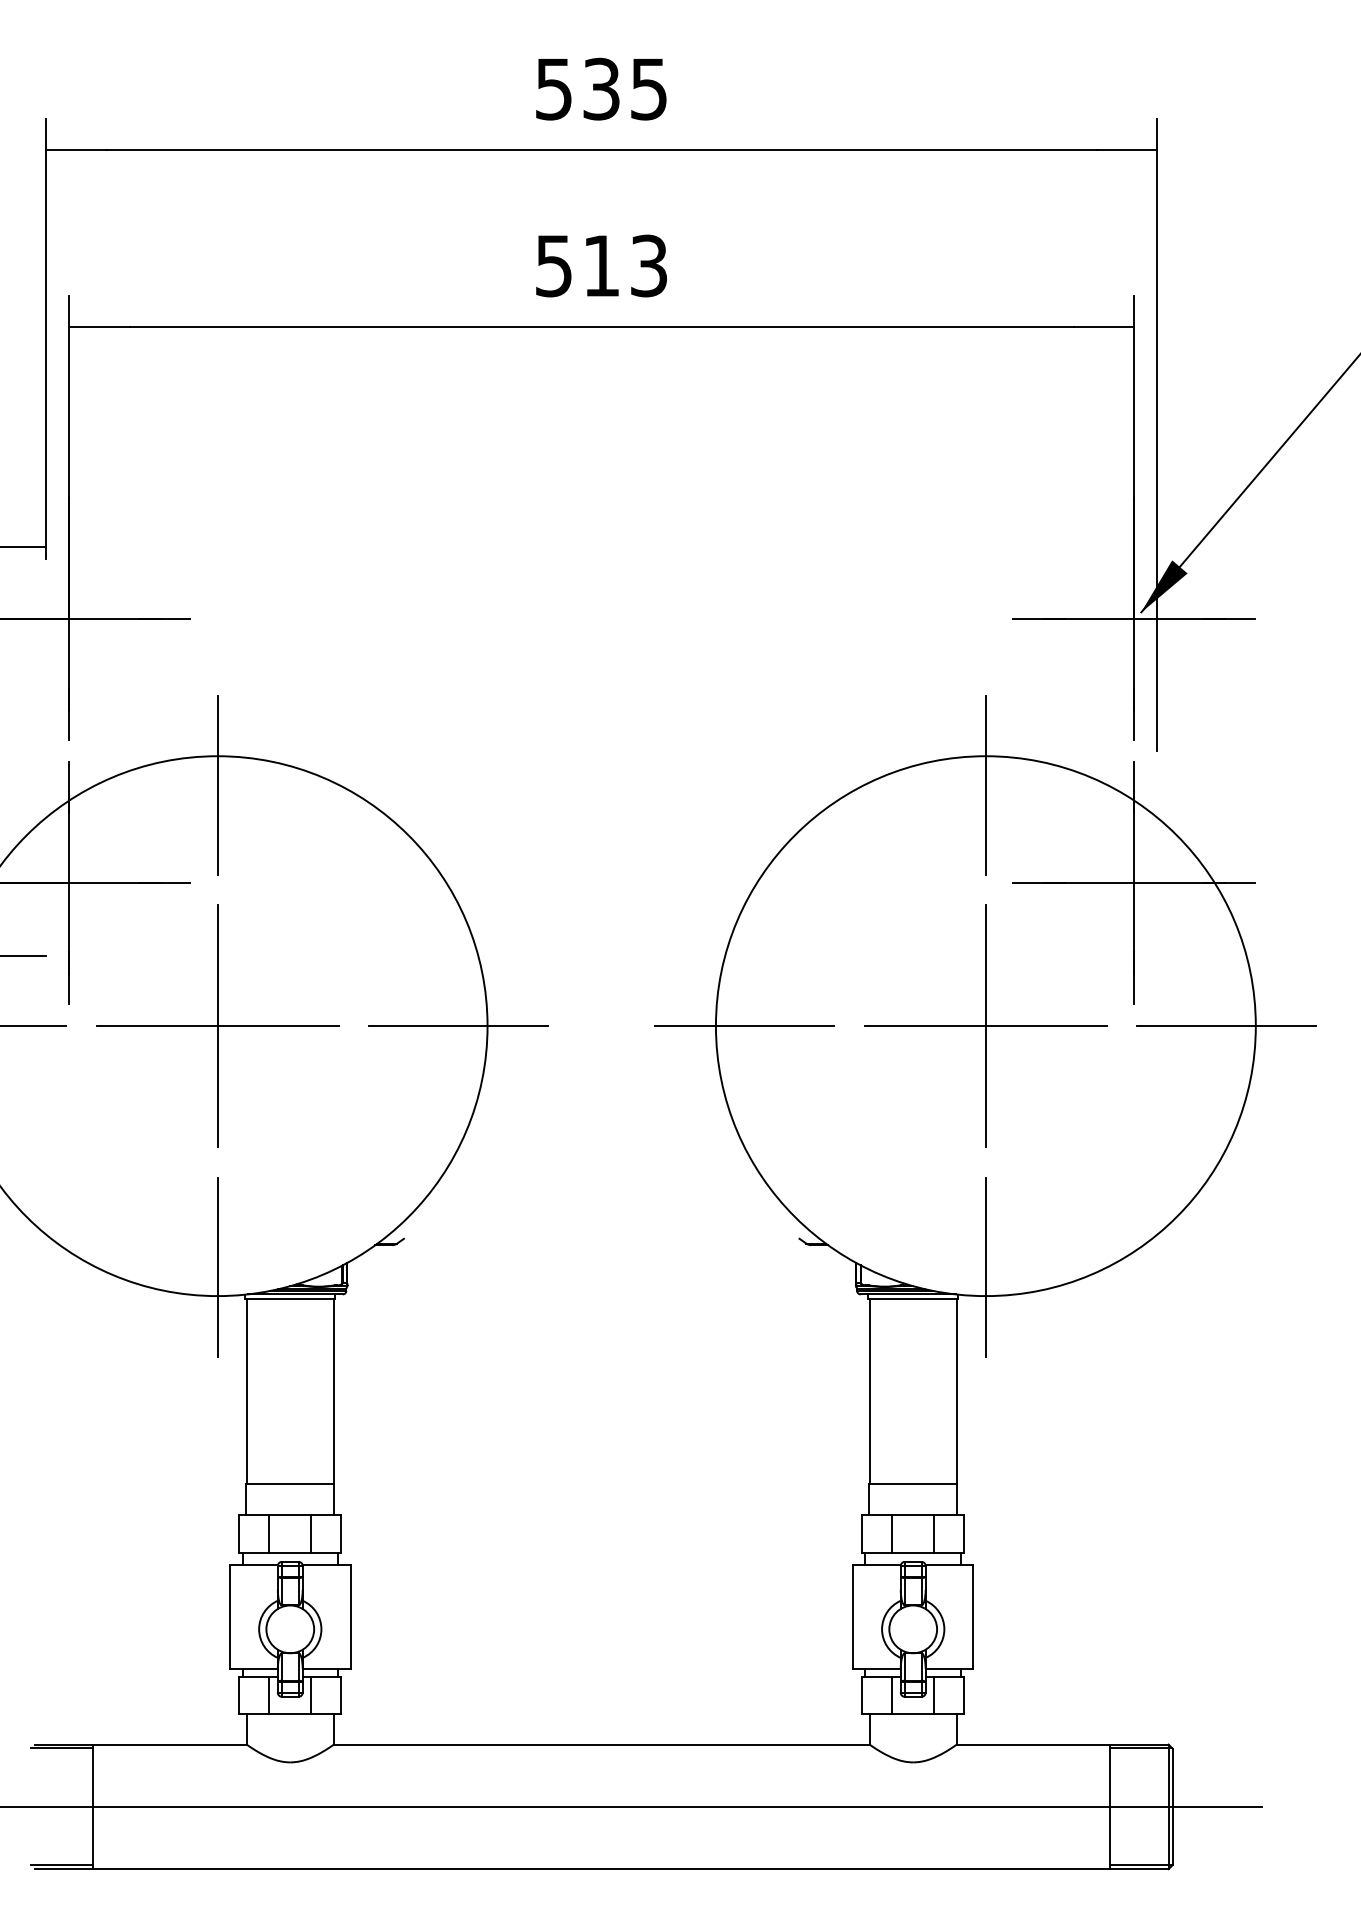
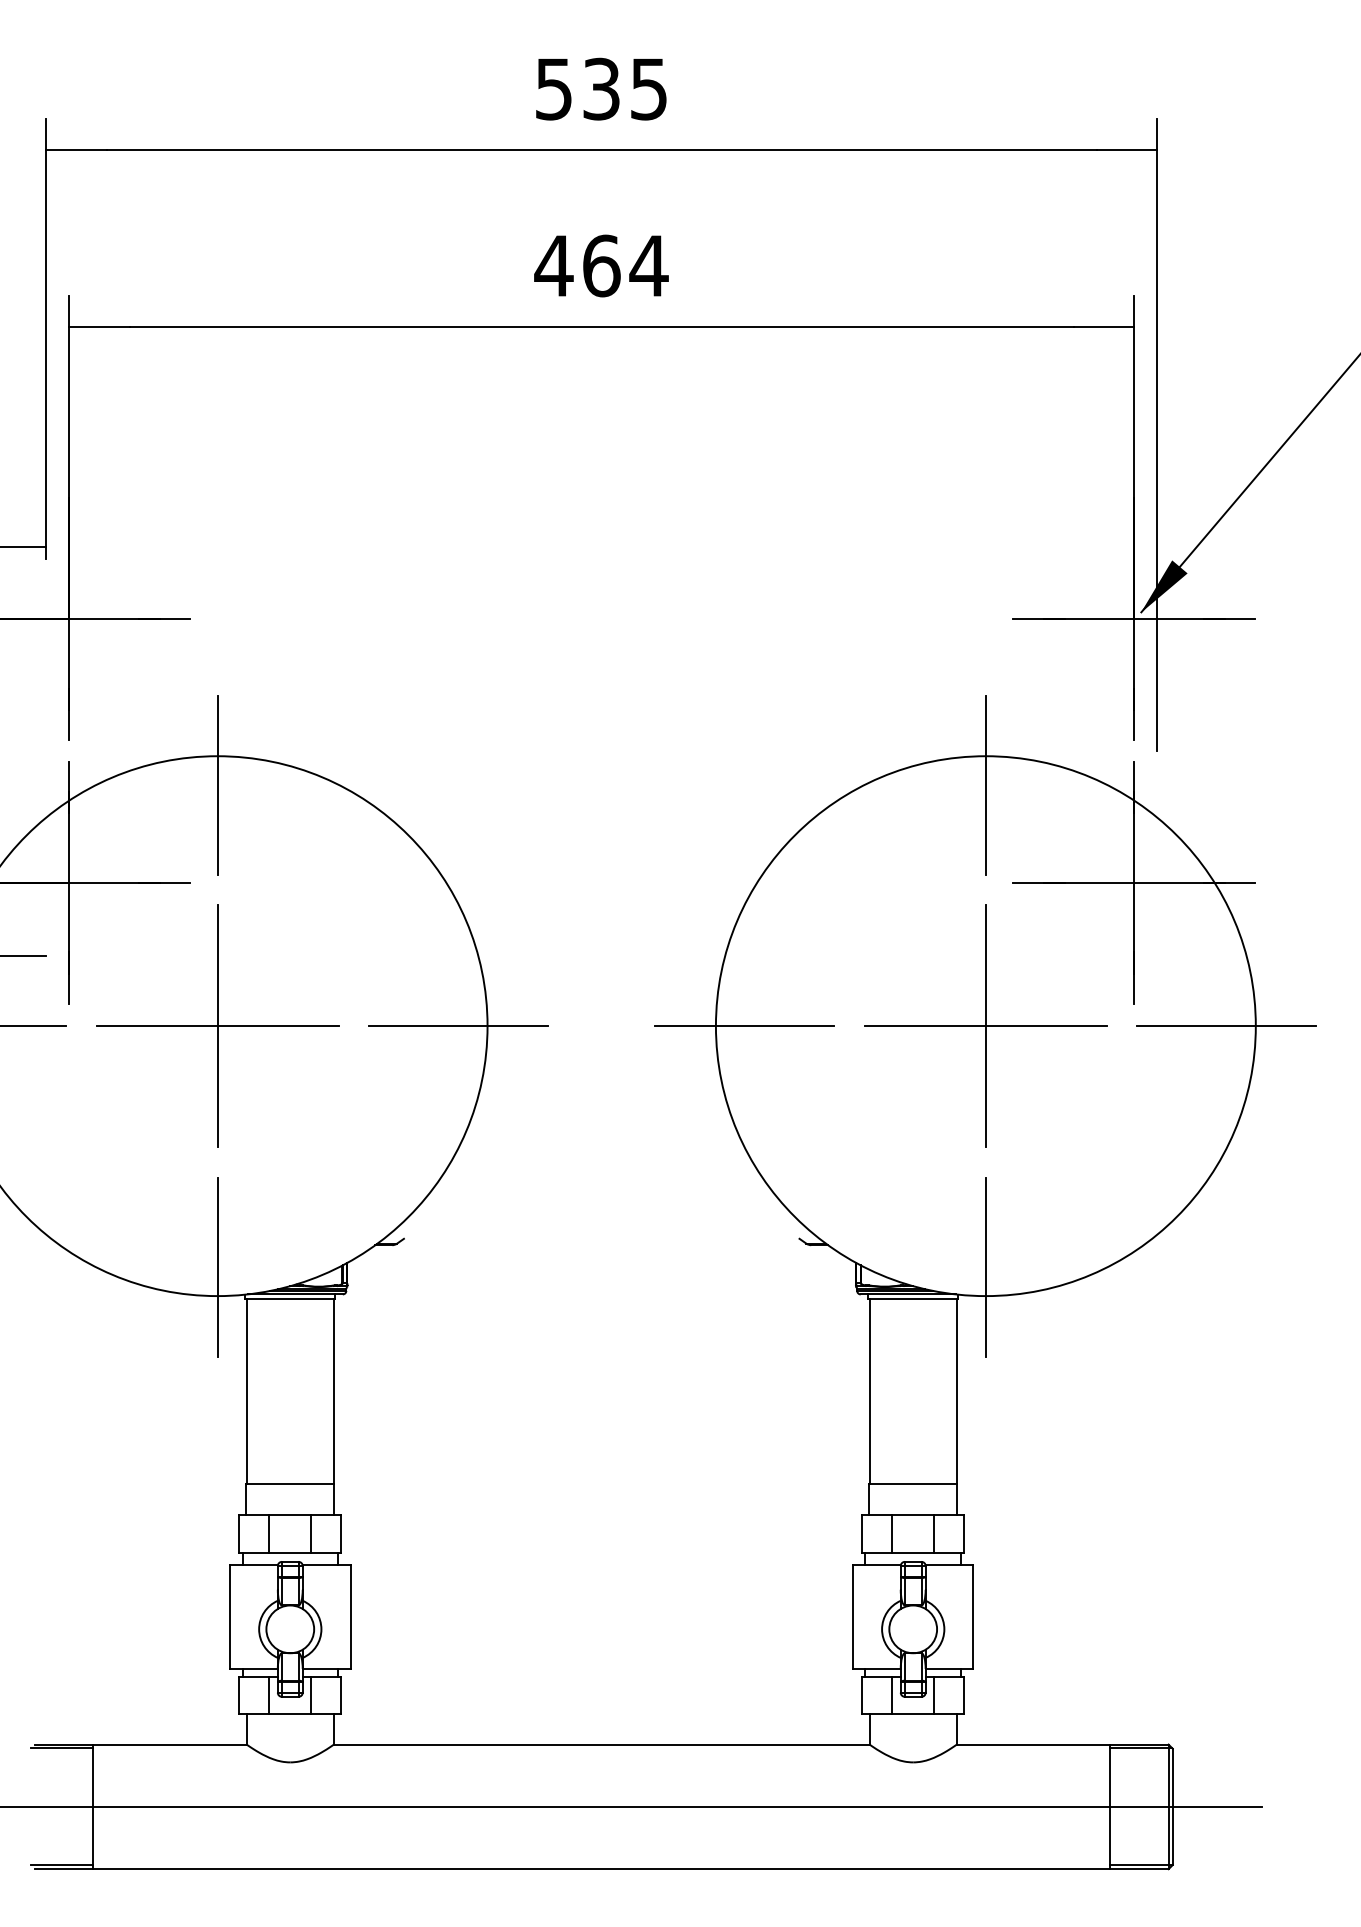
text at (601, 265): 513 -> 464
